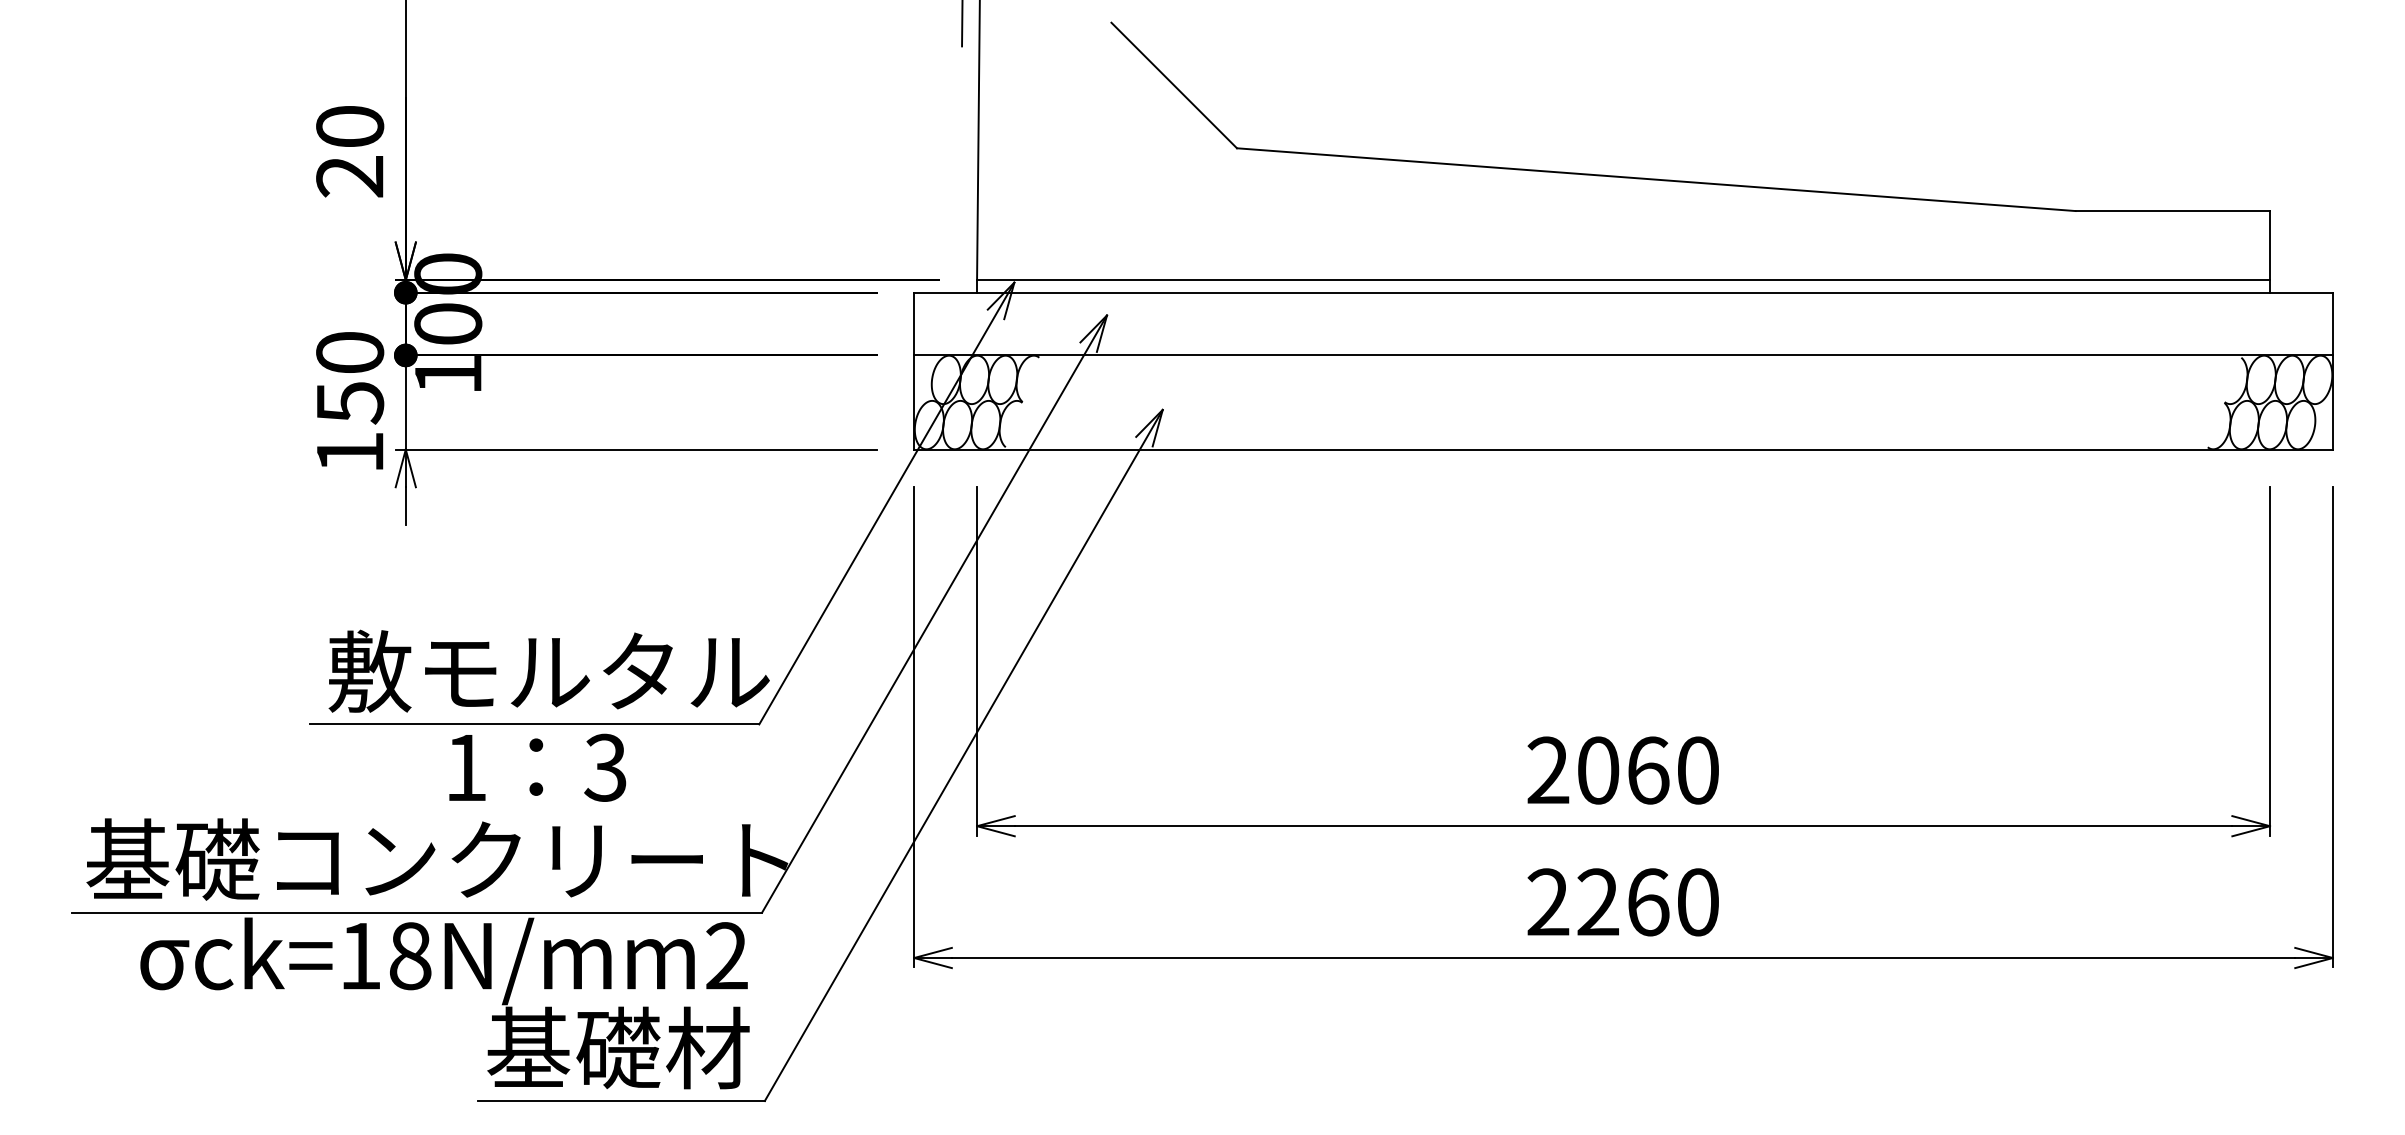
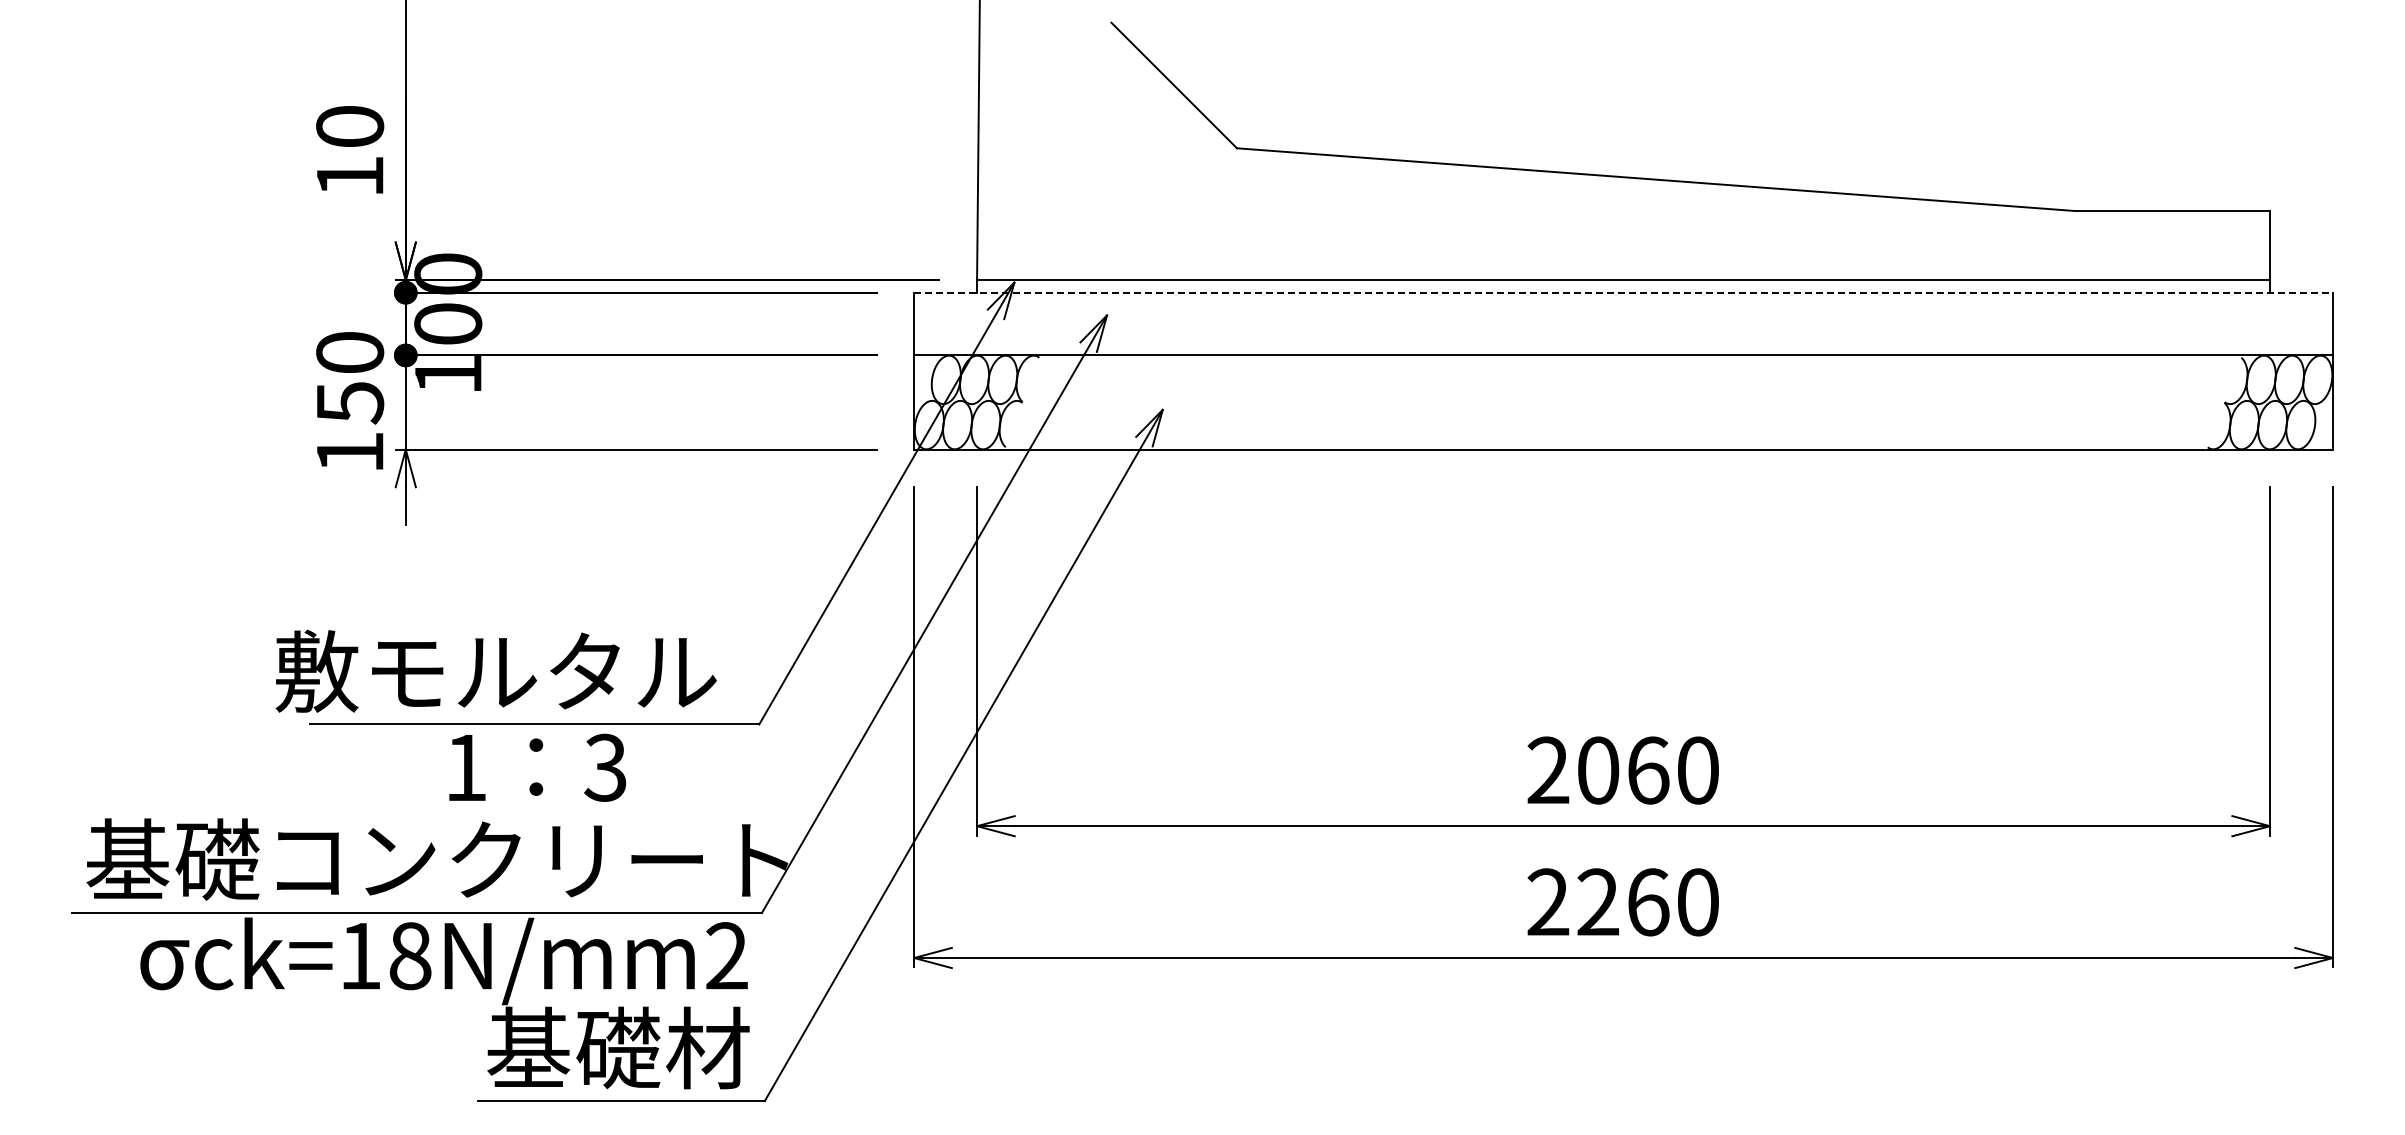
line at (962, 24): present -> none
text at (349, 176): 20 -> 10
line at (1624, 292): solid -> dashed
text at (548, 670) position: (548, 670) -> (495, 670)
